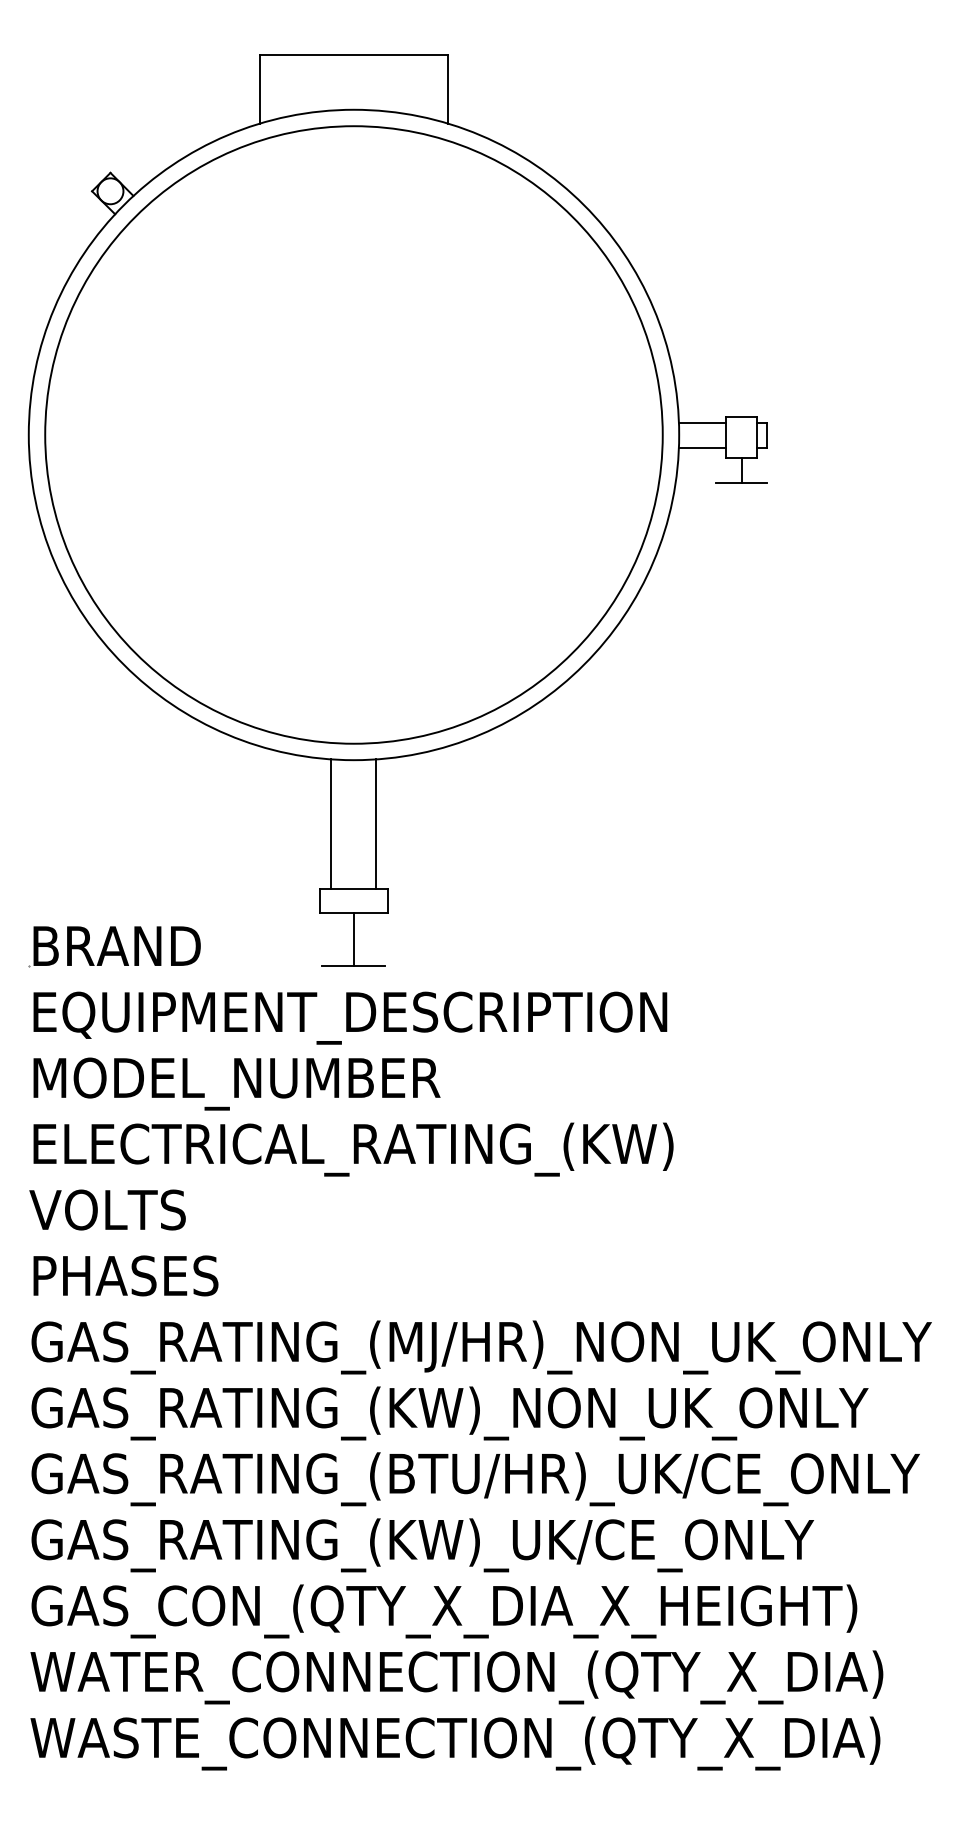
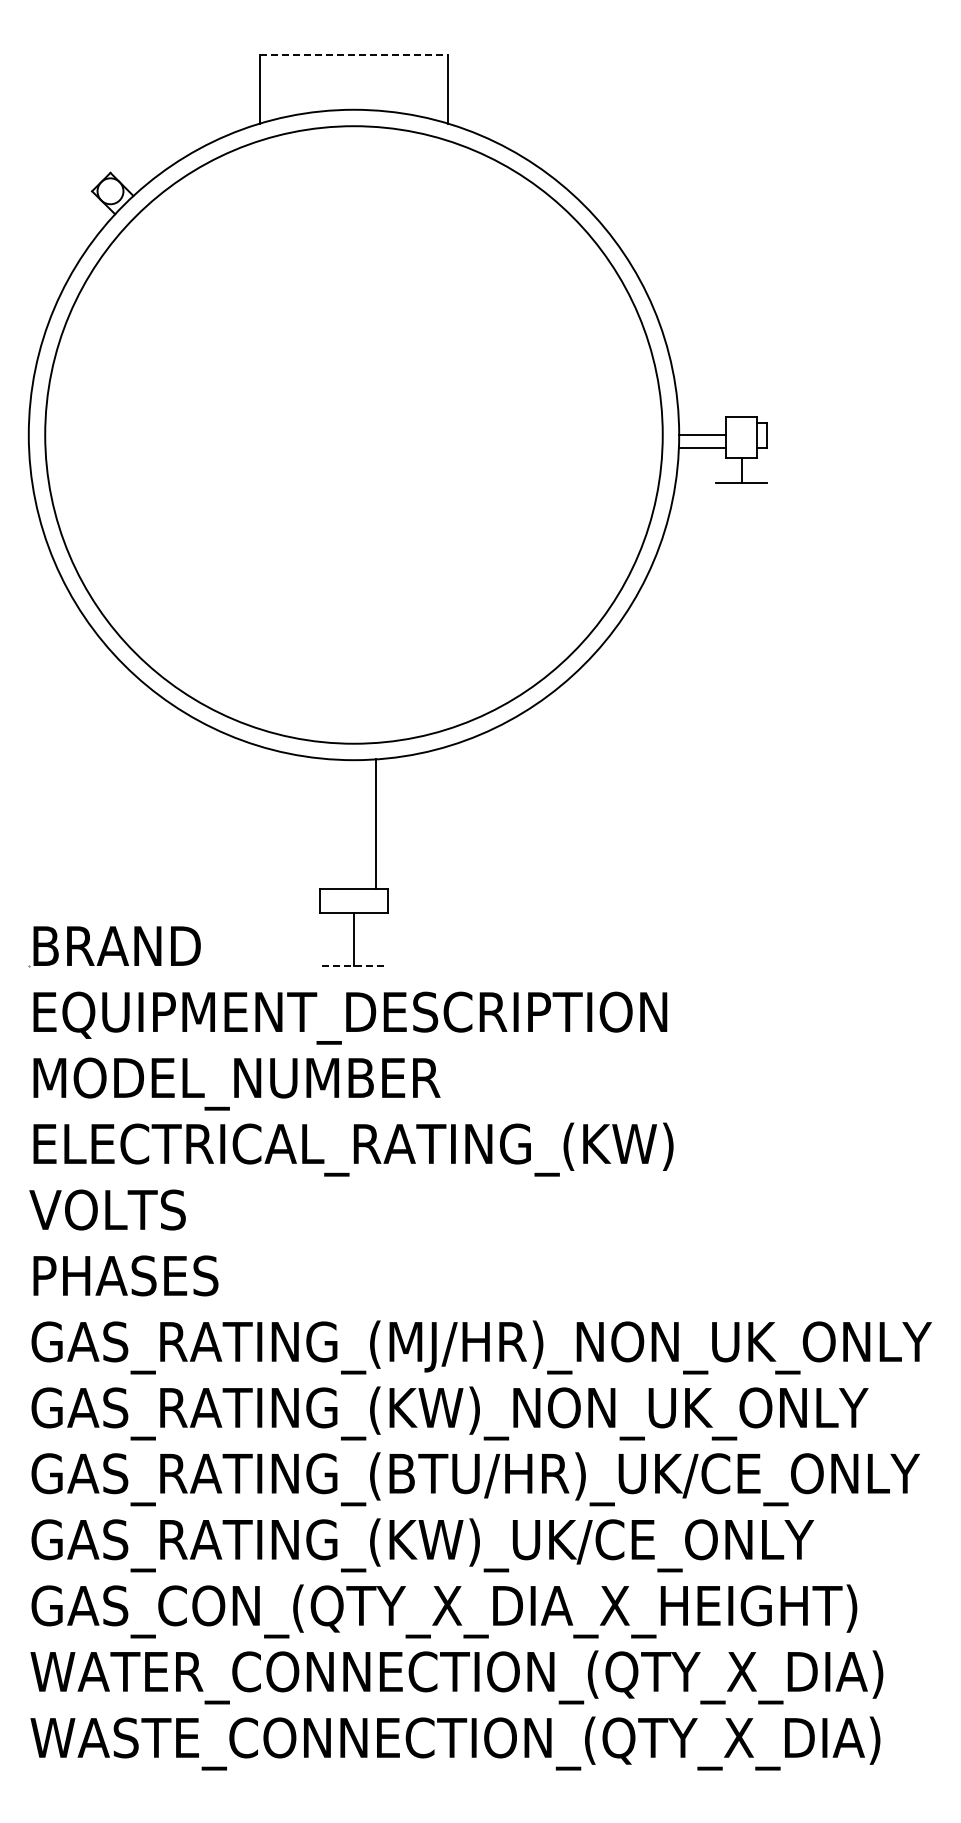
line at (354, 54): solid -> dashed
line at (701, 423) position: (701, 423) -> (701, 435)
line at (331, 823): present -> none
line at (354, 965): solid -> dashed
